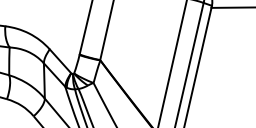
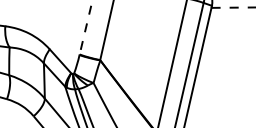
line at (233, 7): solid -> dashed
line at (86, 27): solid -> dashed
